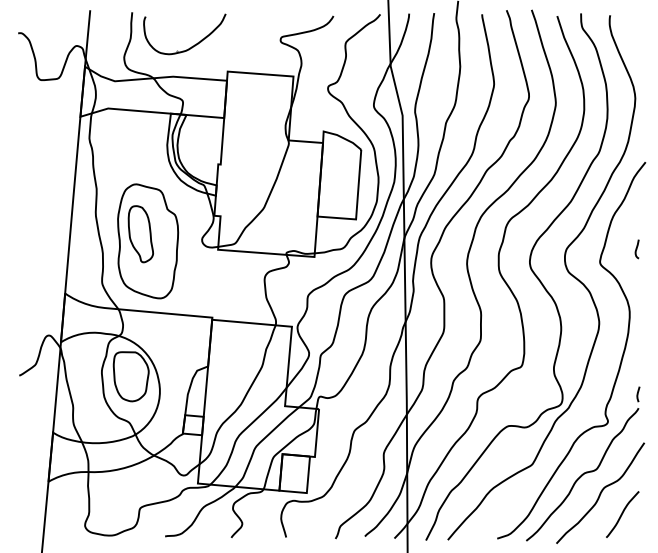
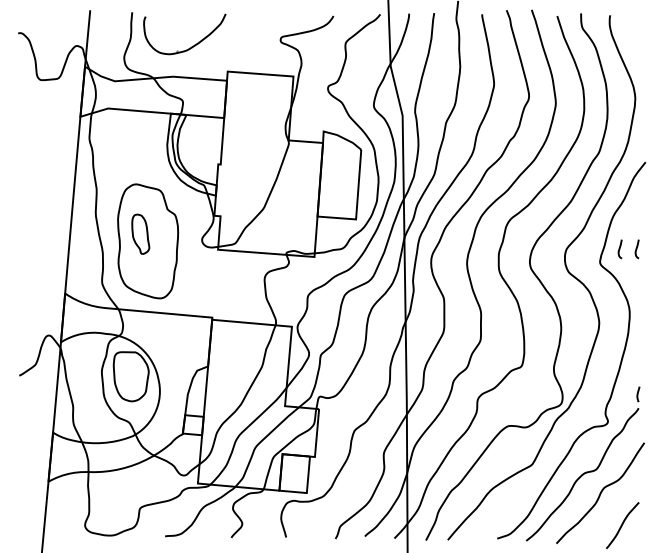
part at (140, 234) size: 27x59 px -> 20x42 px
curve at (619, 249): none -> present
curve at (622, 514) position: (622, 514) -> (622, 525)
